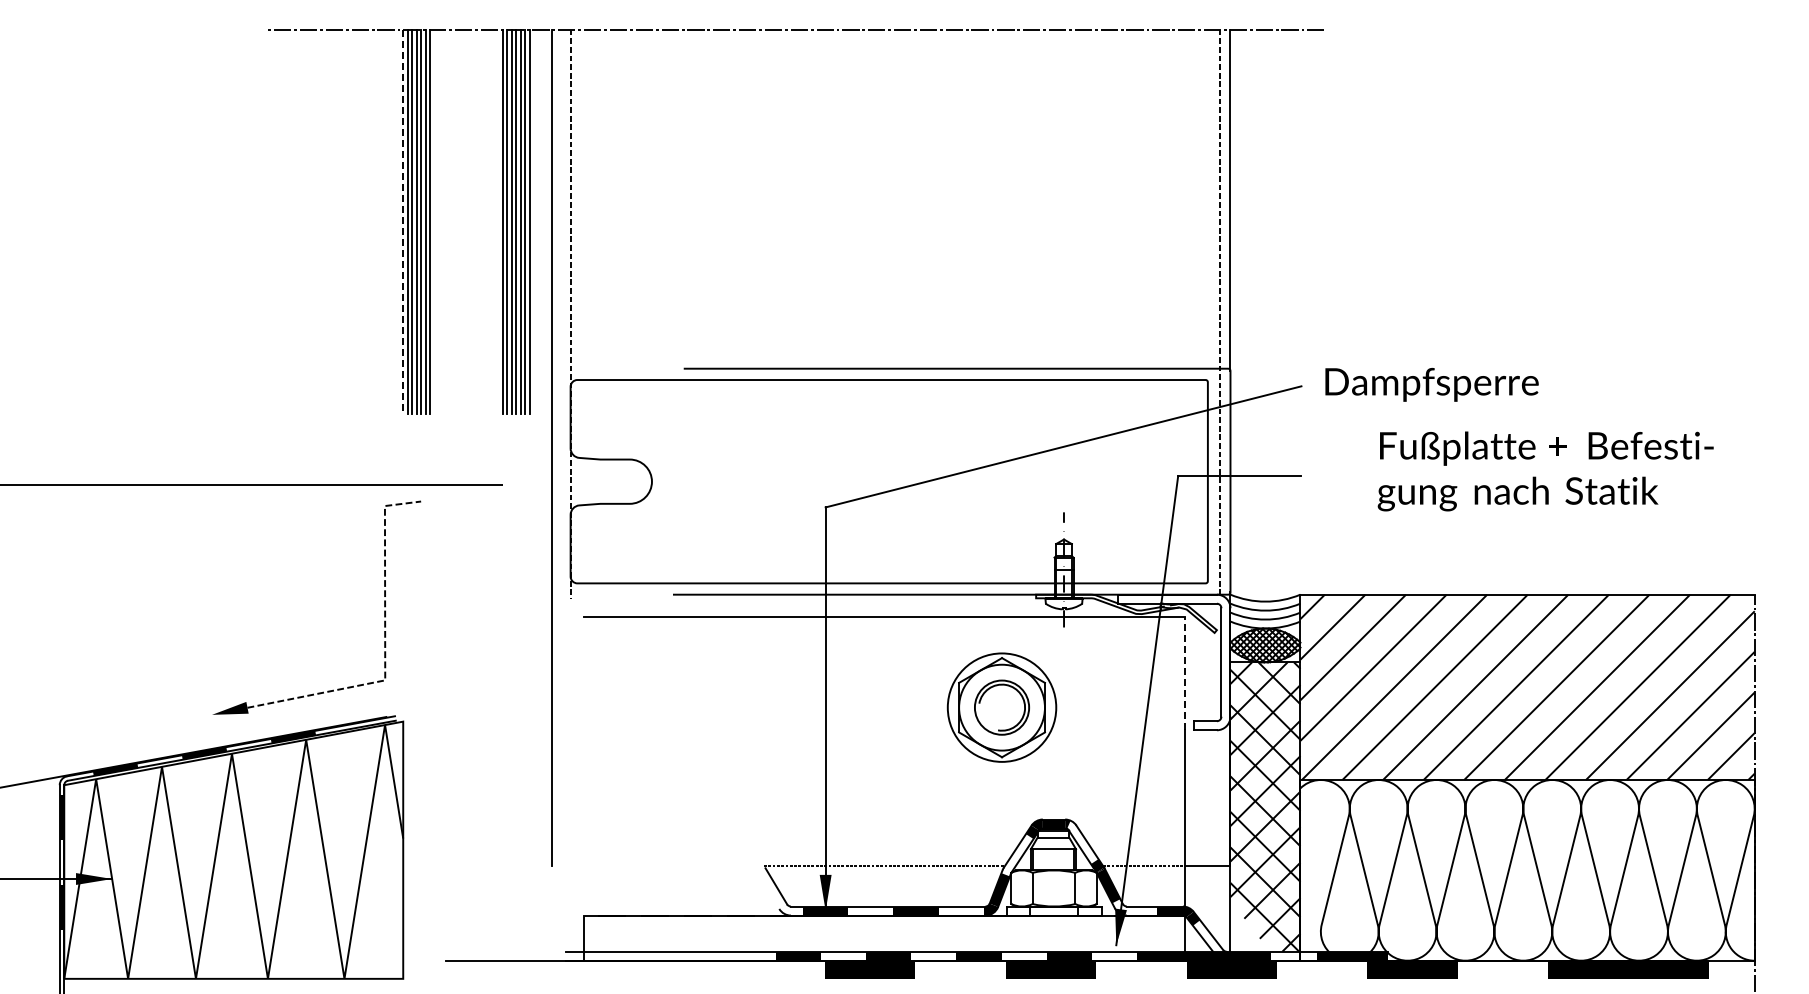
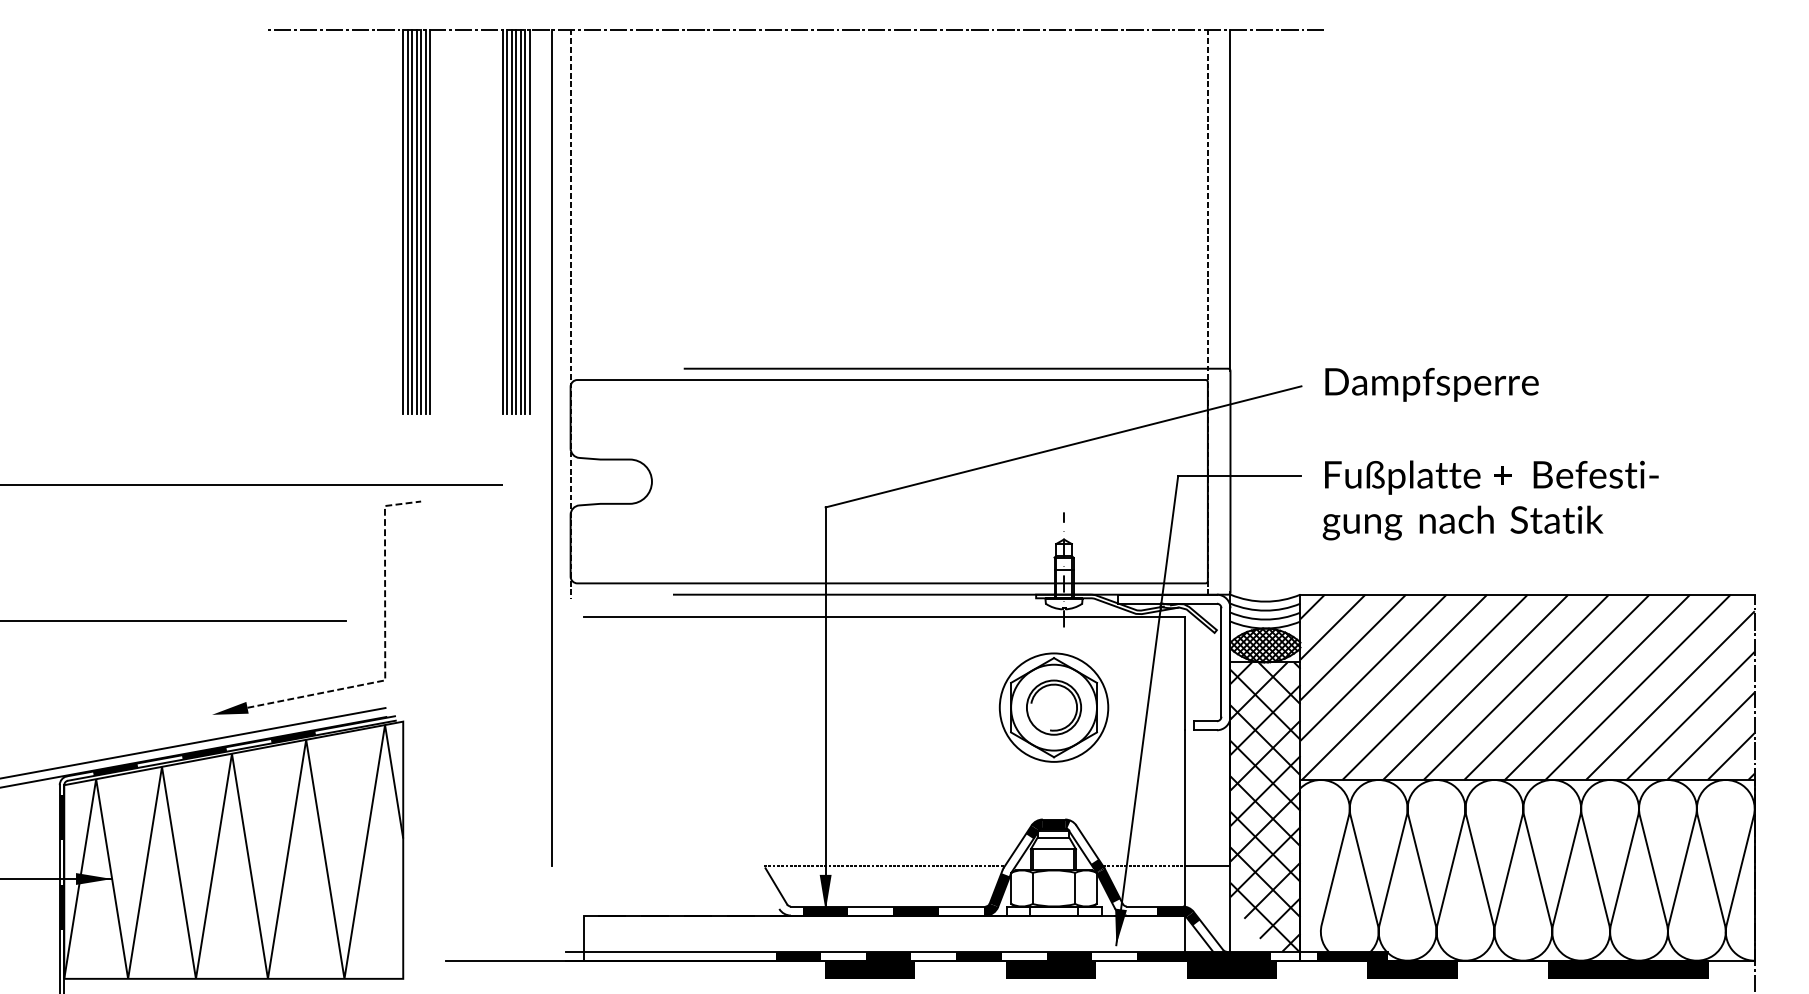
line at (403, 222): dashed -> solid
line at (1219, 311) position: (1219, 311) -> (1207, 311)
text at (1545, 471) position: (1545, 471) -> (1490, 500)
line at (174, 621): none -> present
line at (1185, 673): dashed -> solid
part at (1001, 707) position: (1001, 707) -> (1053, 707)
line at (193, 743): none -> present
